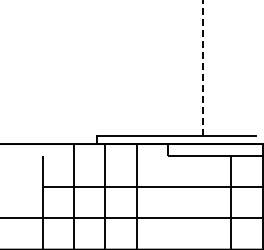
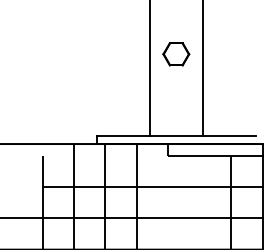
part at (176, 54): none -> present
line at (202, 68): dashed -> solid
line at (149, 69): none -> present
